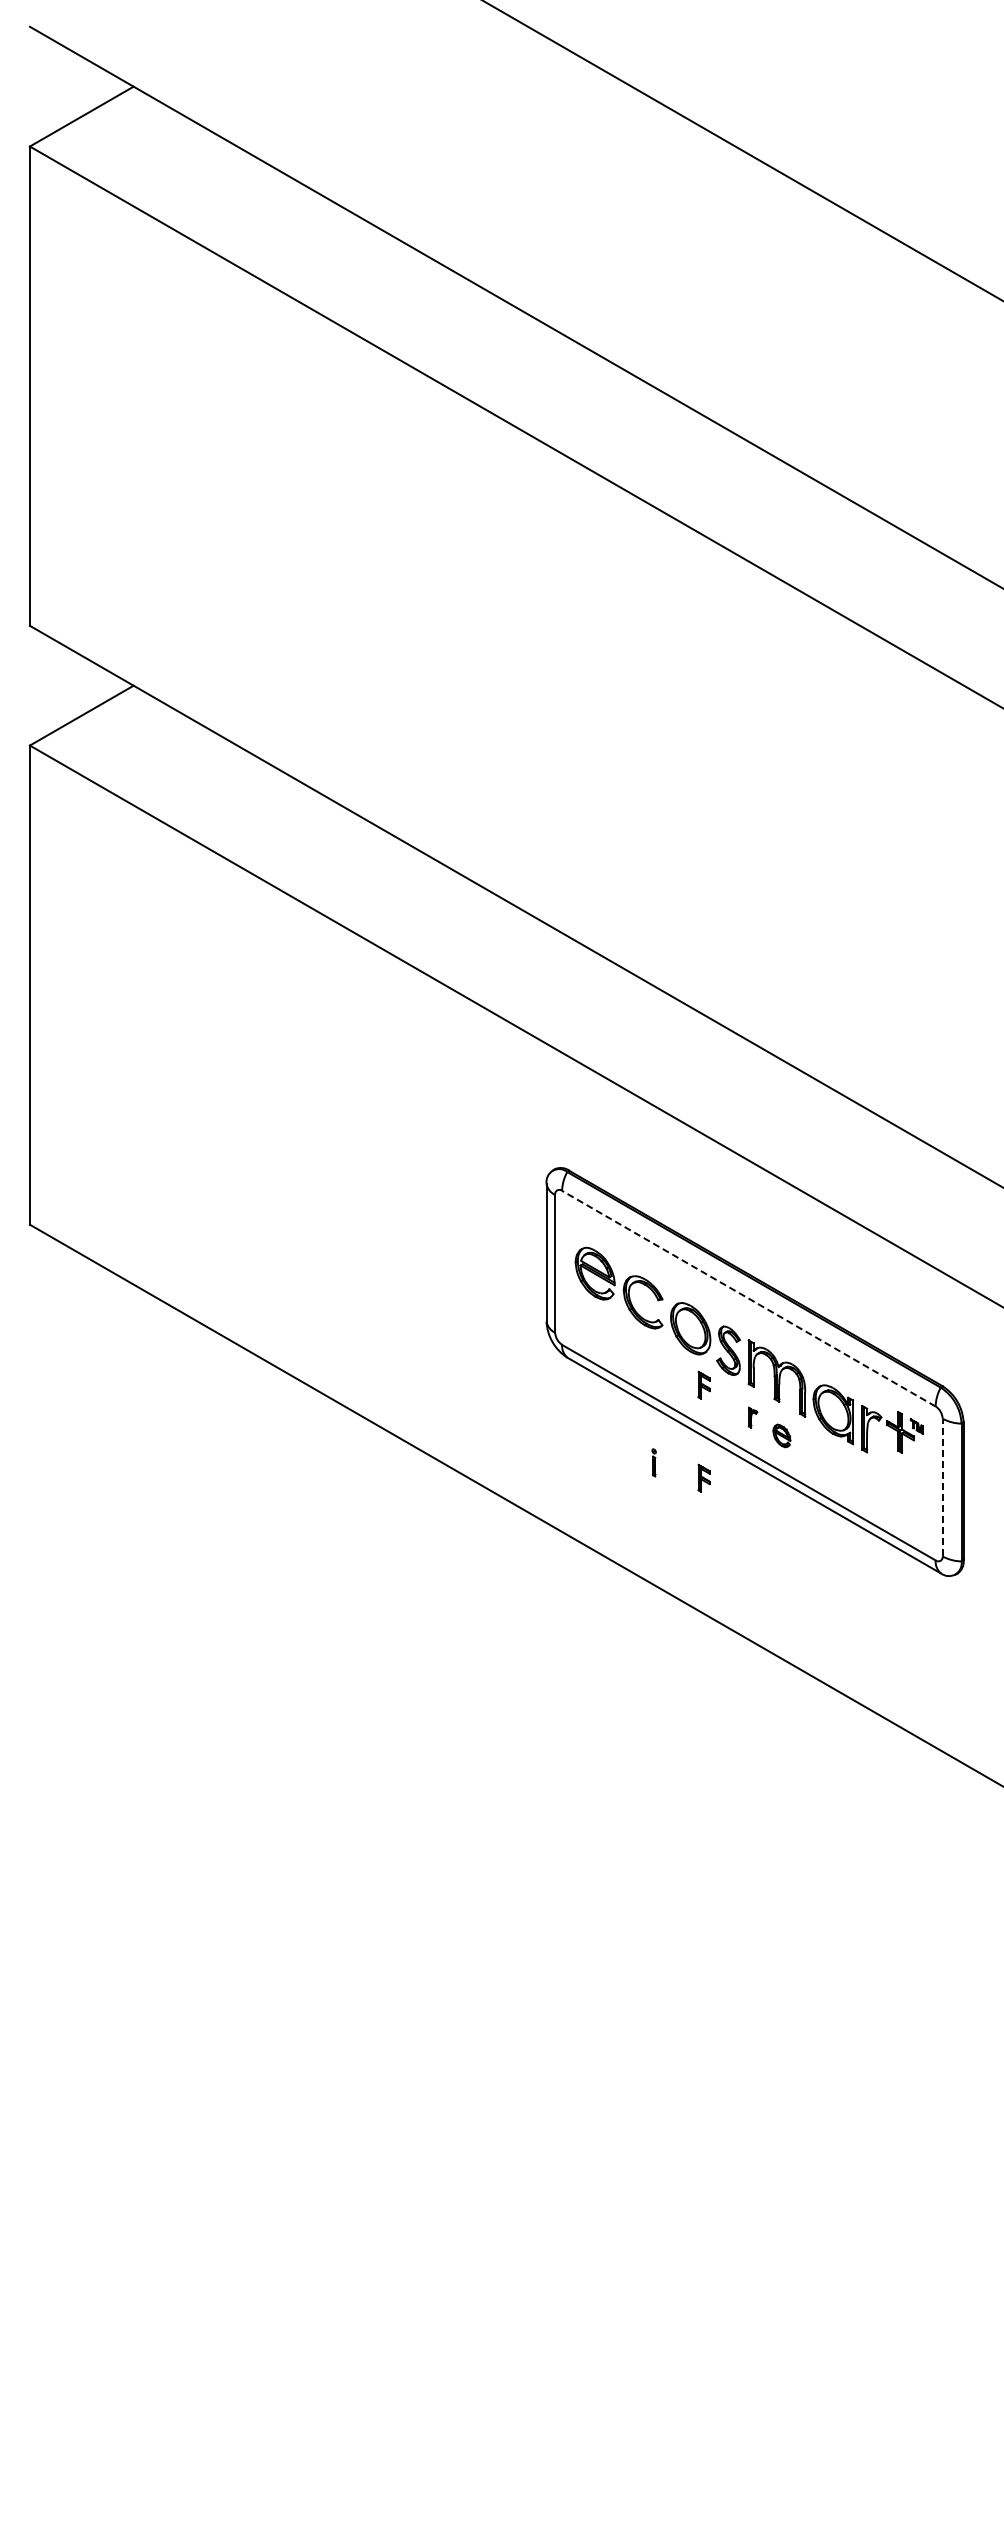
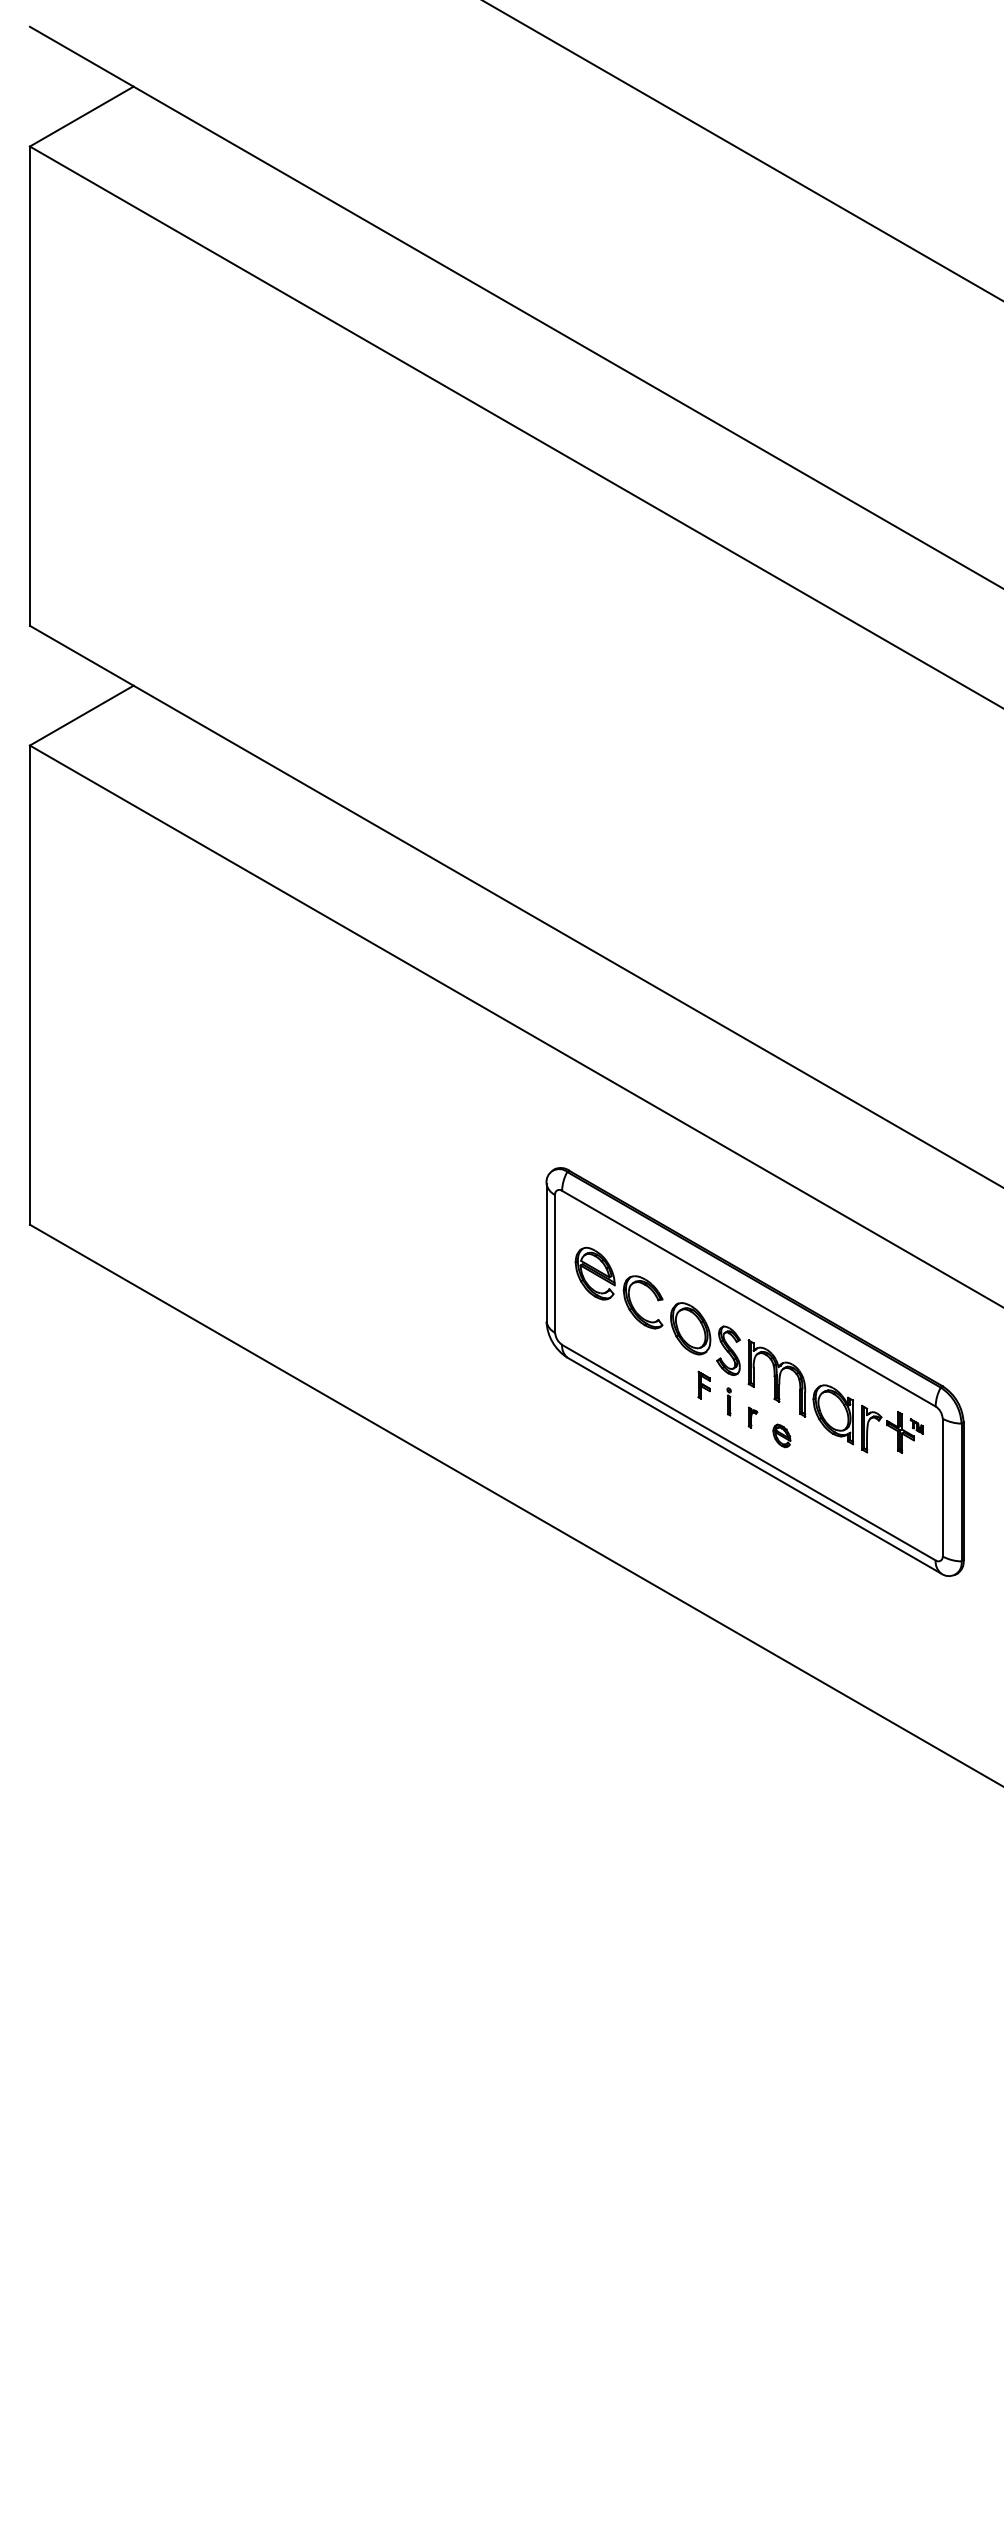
line at (748, 1298): dashed -> solid
part at (653, 1462) position: (653, 1462) -> (728, 1401)
part at (703, 1477): present -> none
line at (942, 1487): dashed -> solid
